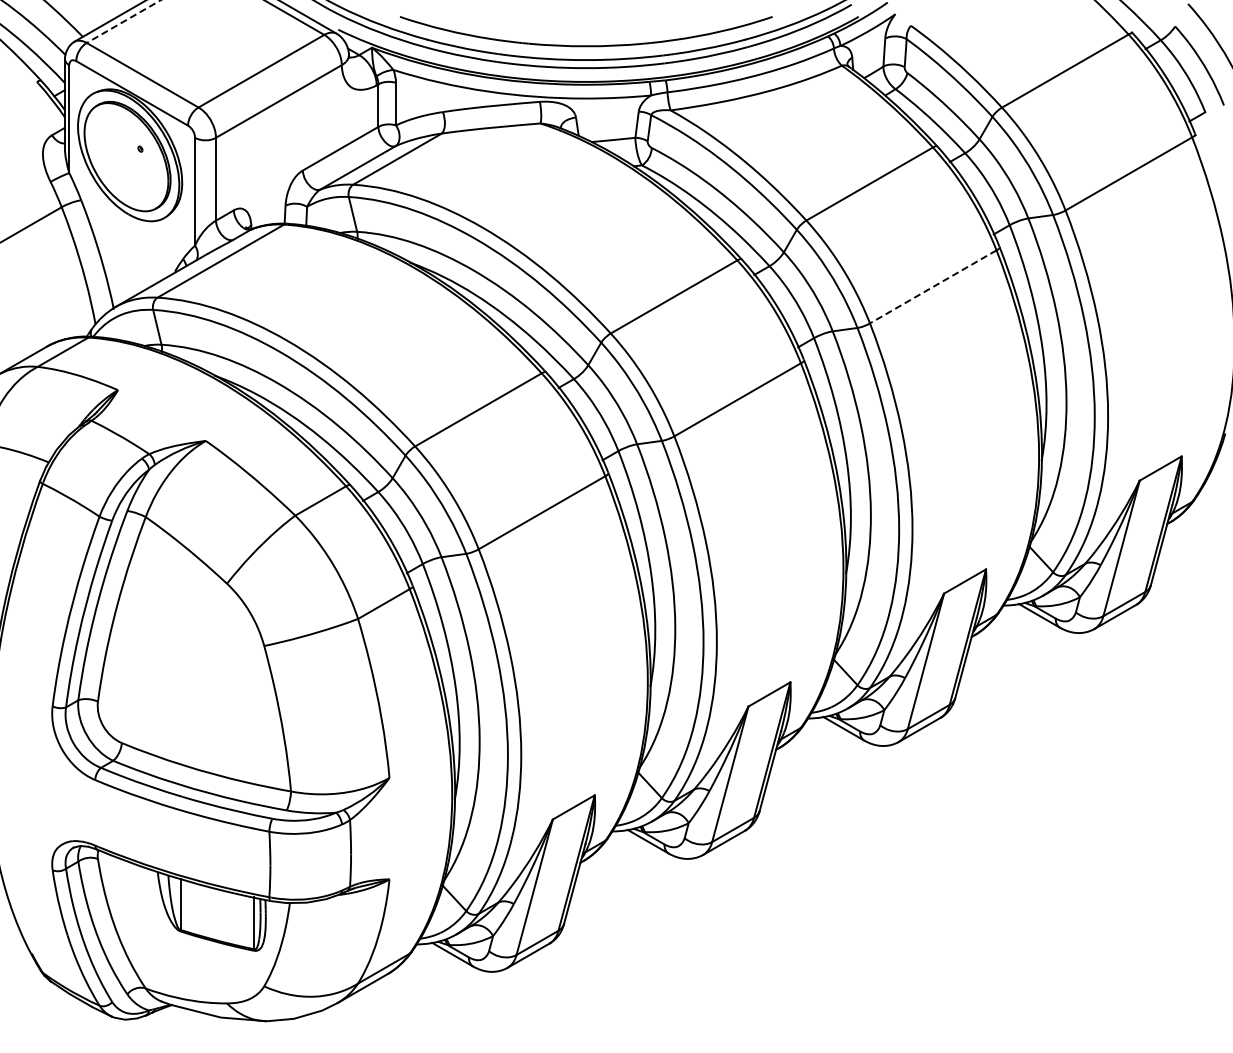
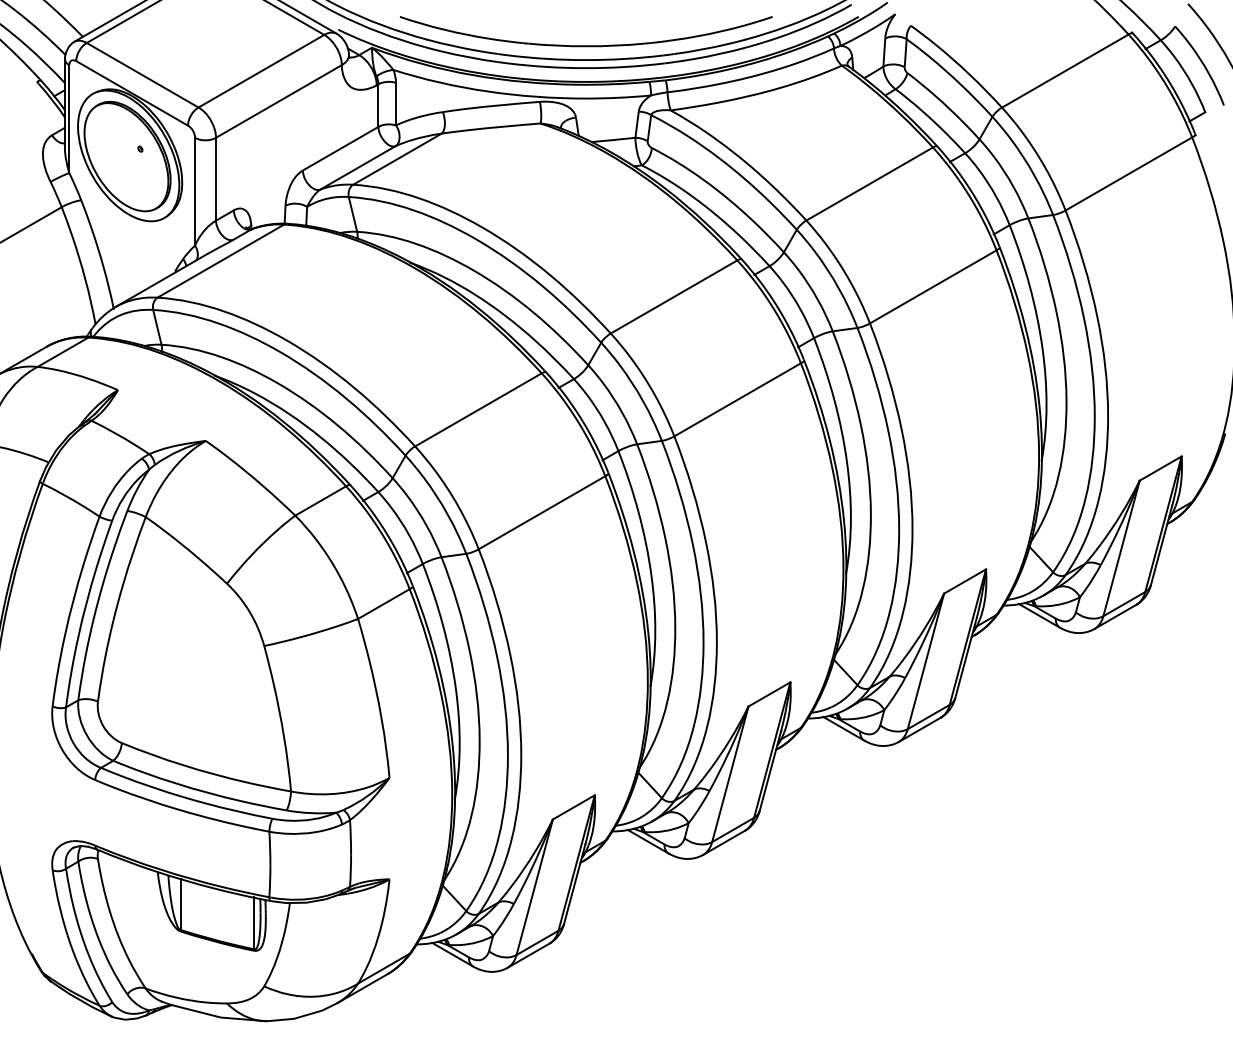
line at (123, 21): dashed -> solid
line at (932, 287): dashed -> solid
